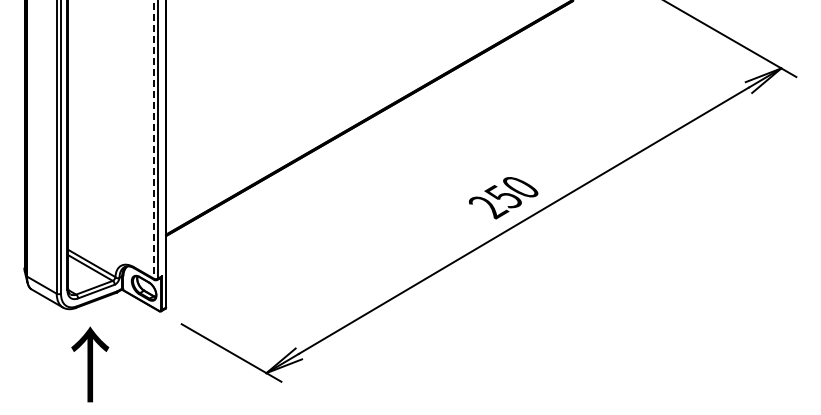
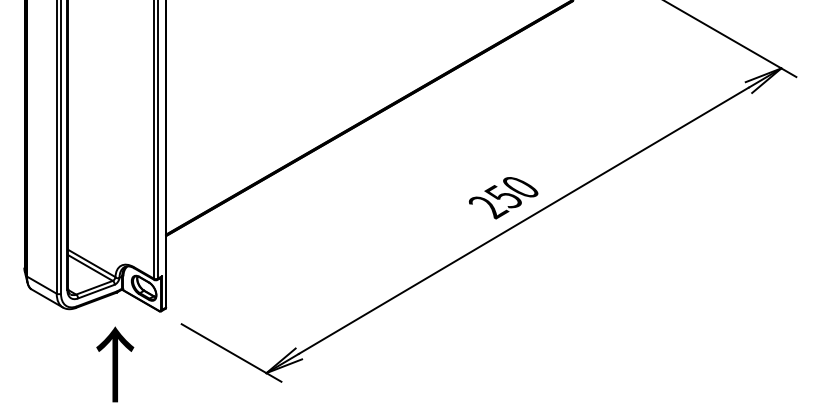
line at (153, 139): dashed -> solid
text at (90, 364) position: (90, 364) -> (115, 364)
